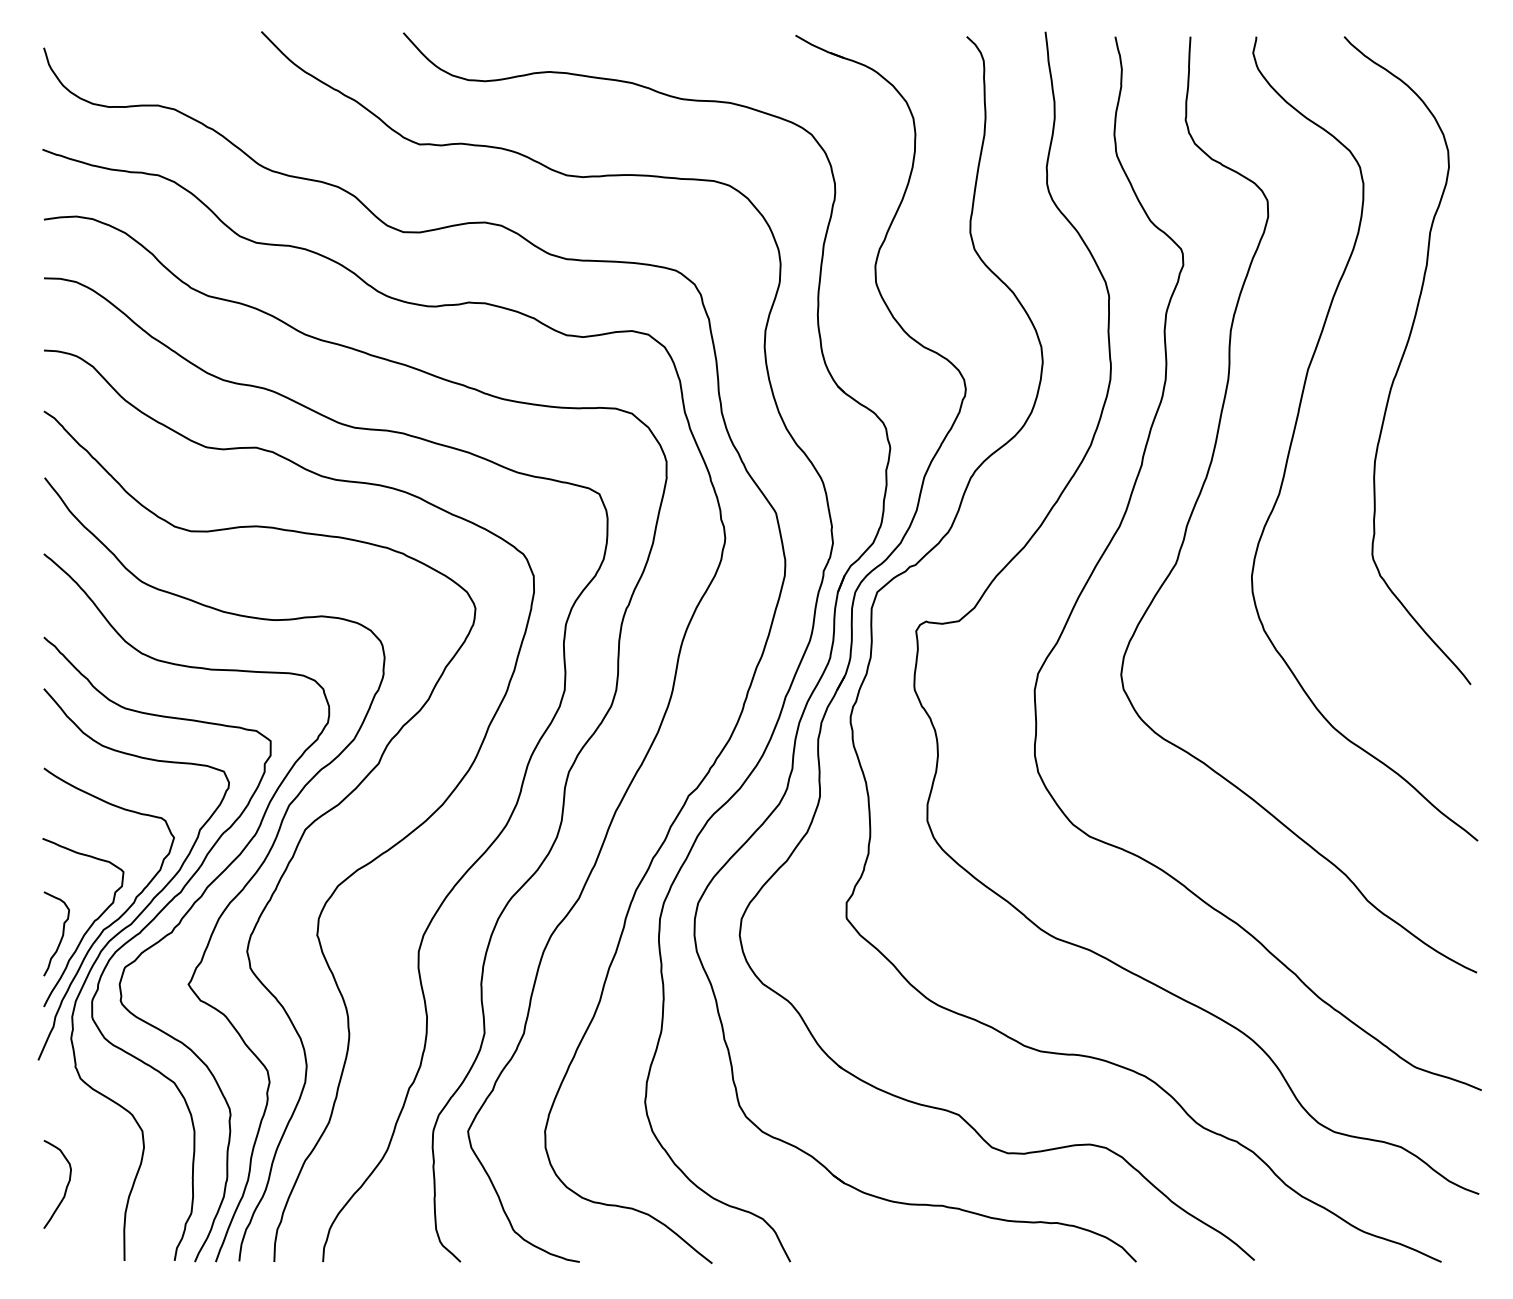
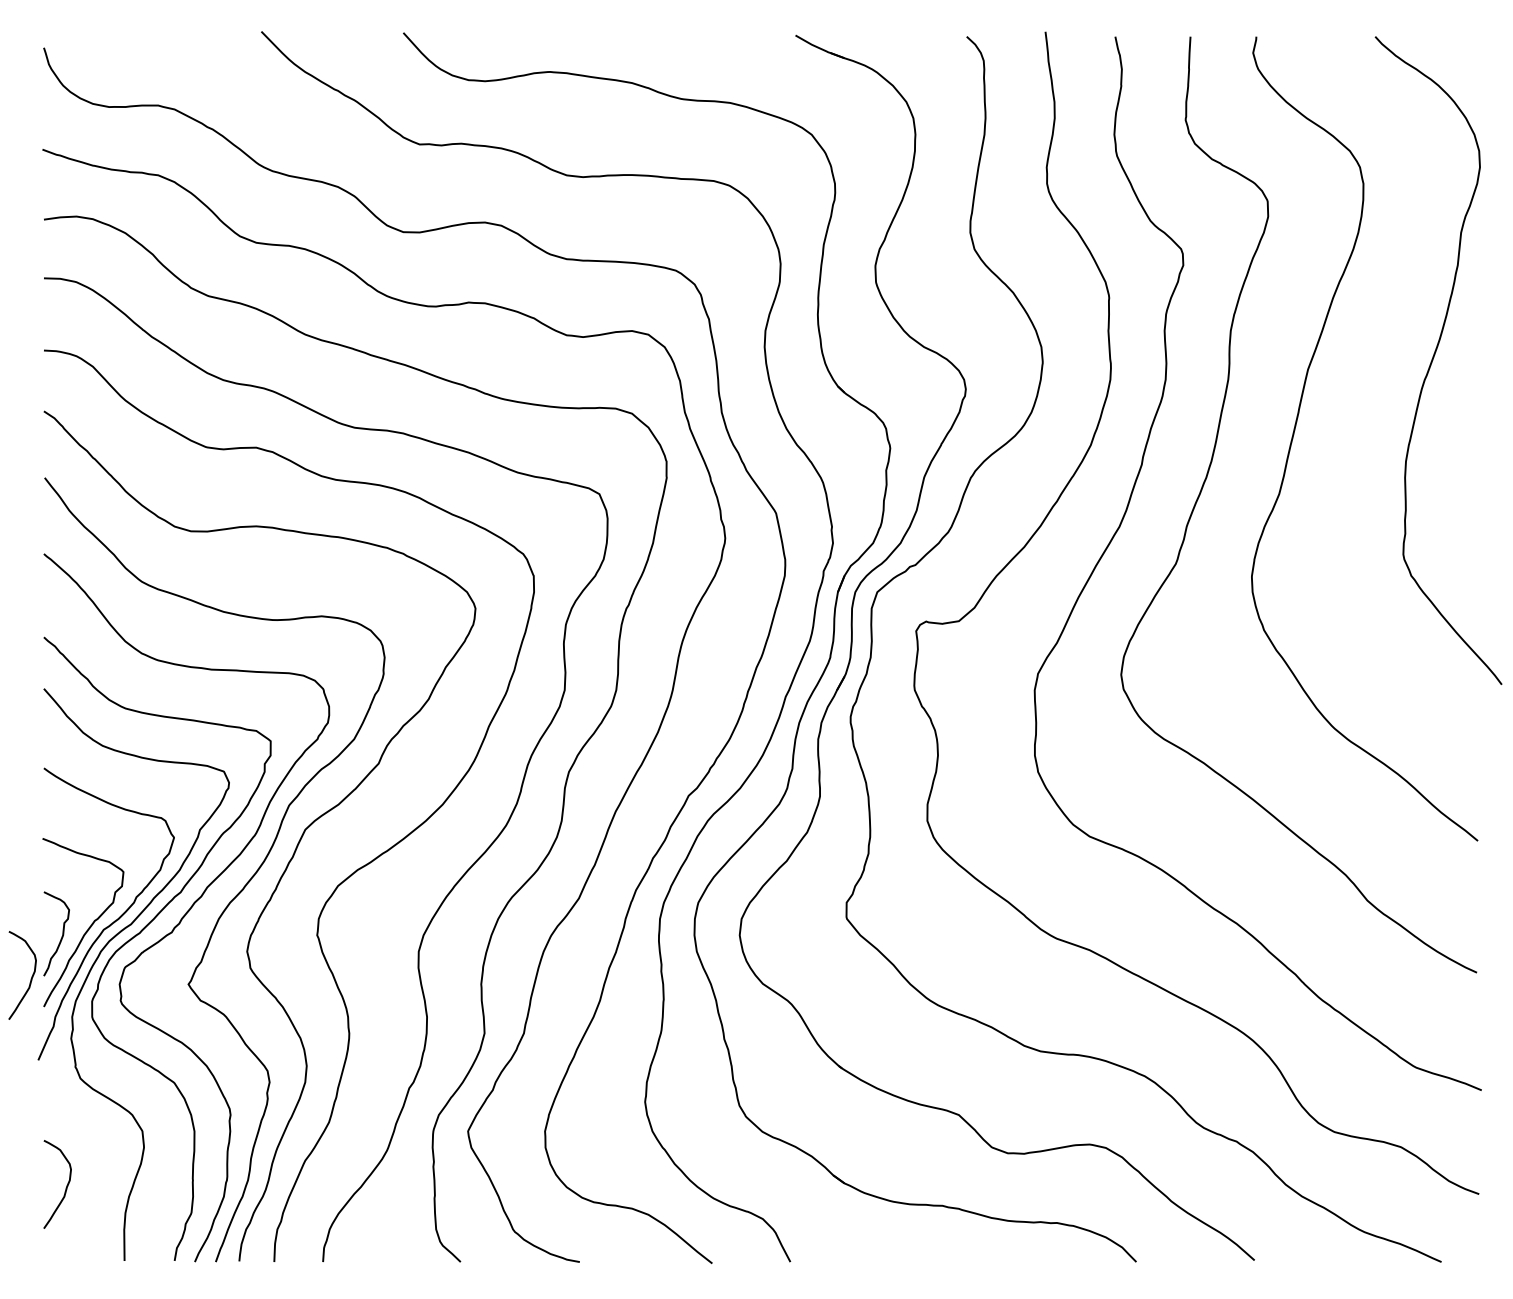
curve at (1403, 357) position: (1403, 357) -> (1434, 357)
curve at (30, 979): none -> present
